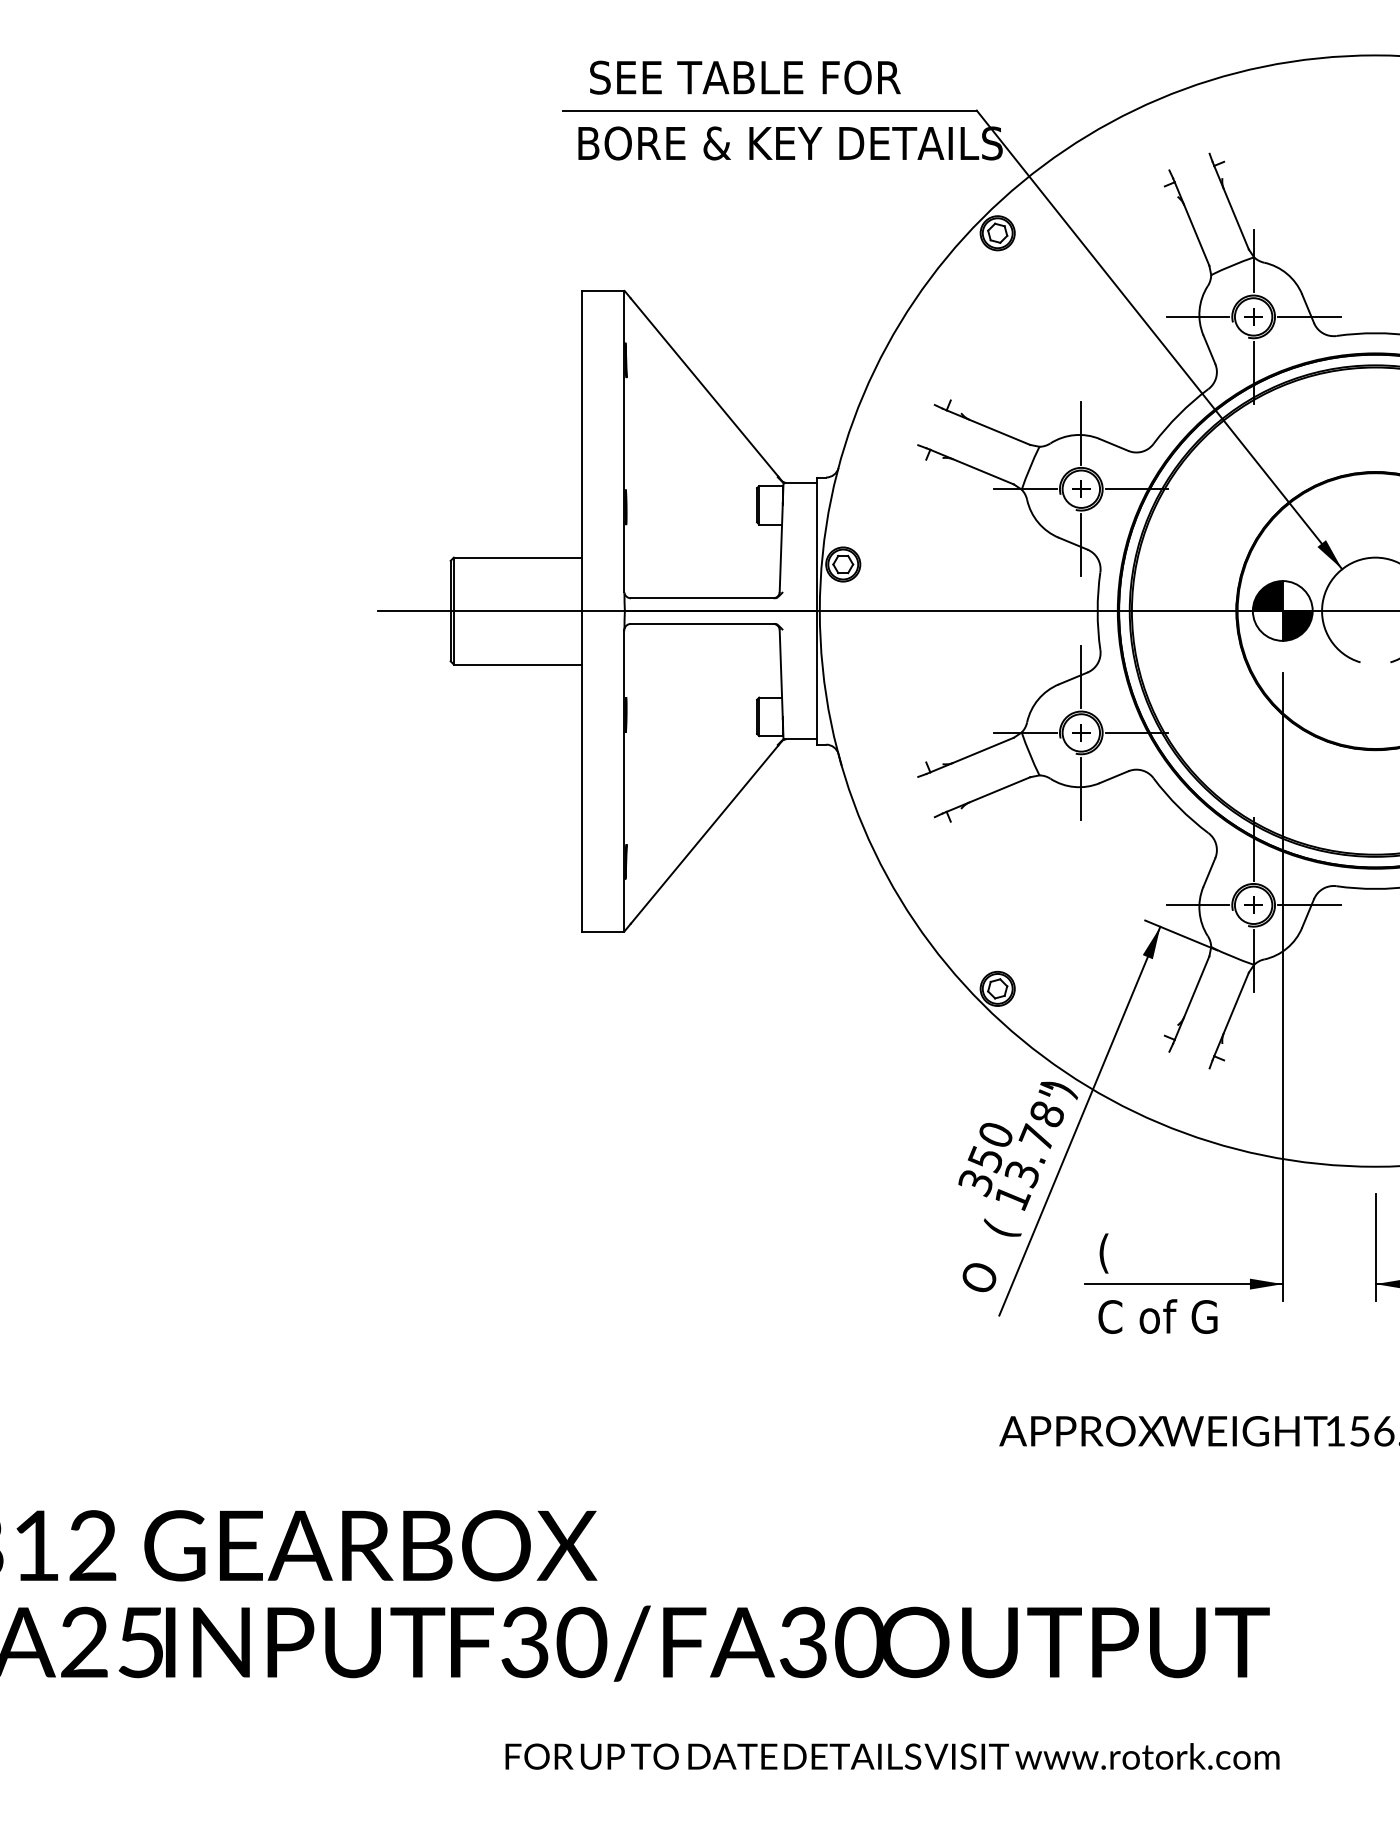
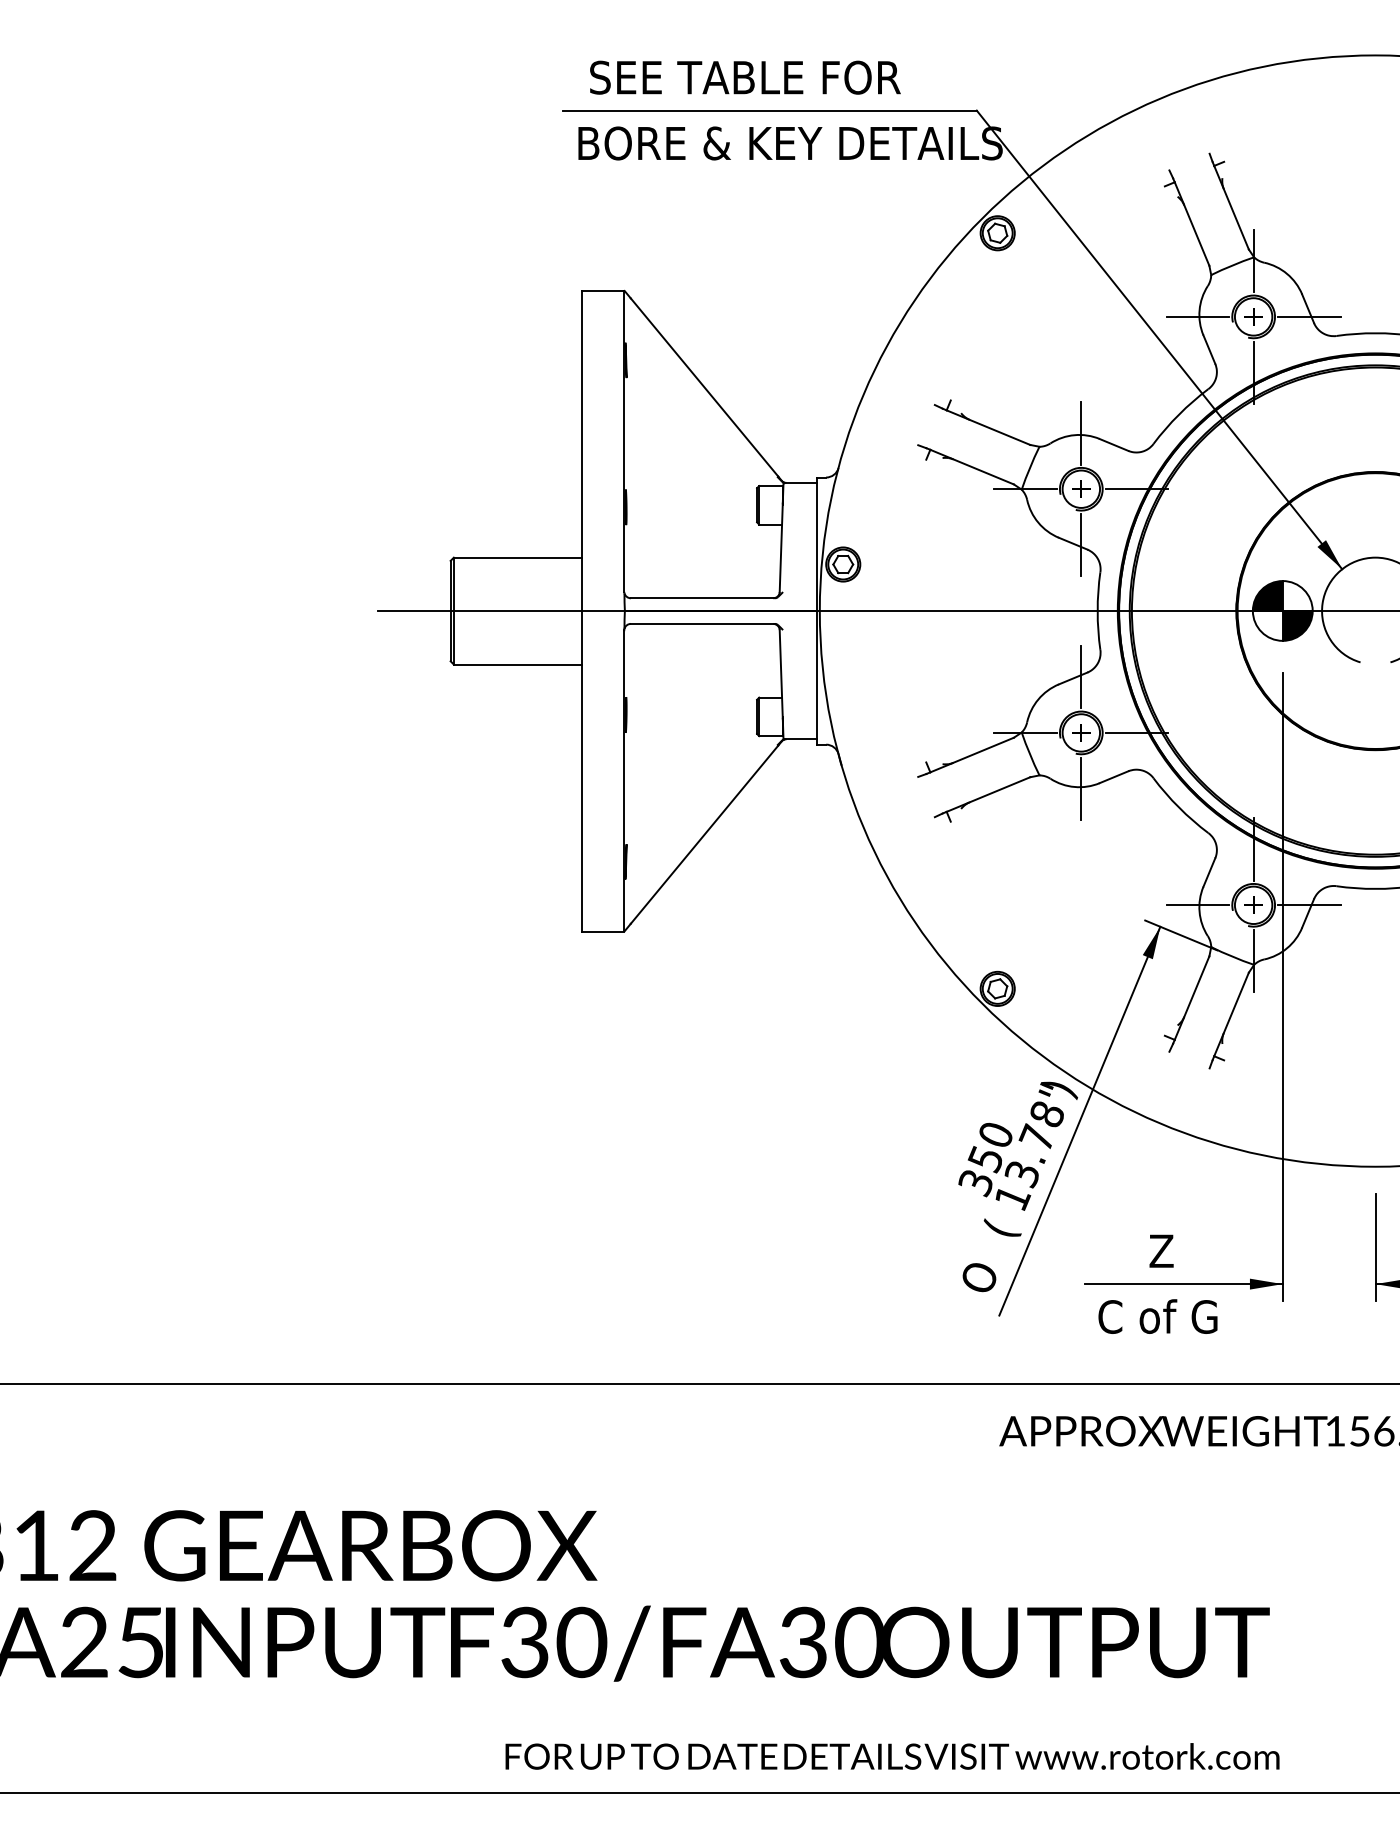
text at (1136, 1253): ( -> Z
line at (699, 1383): none -> present
line at (699, 1792): none -> present
